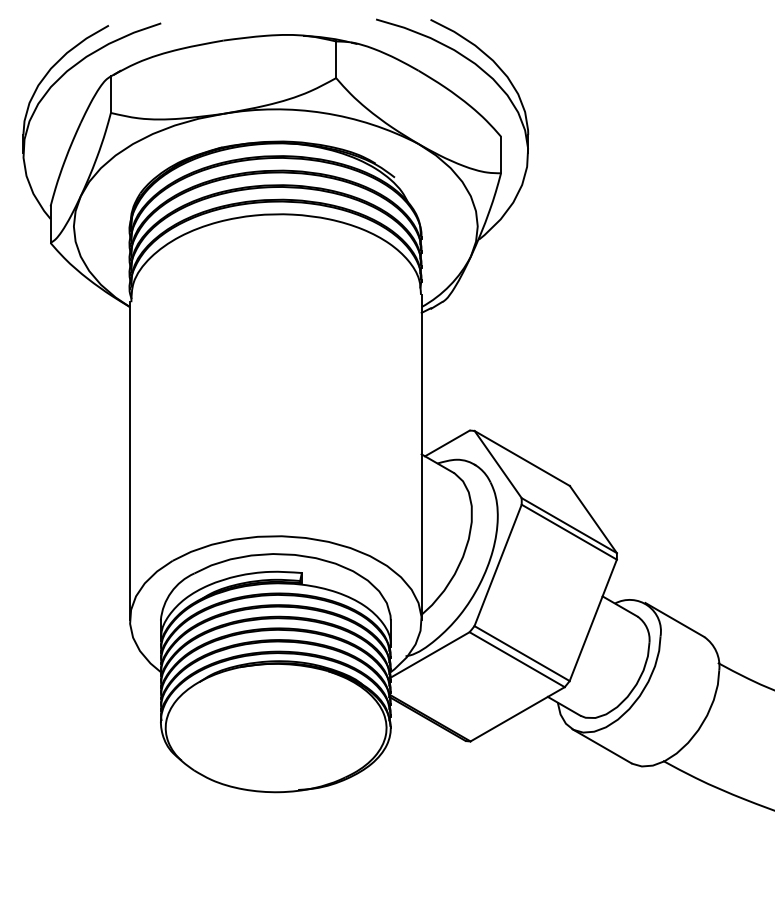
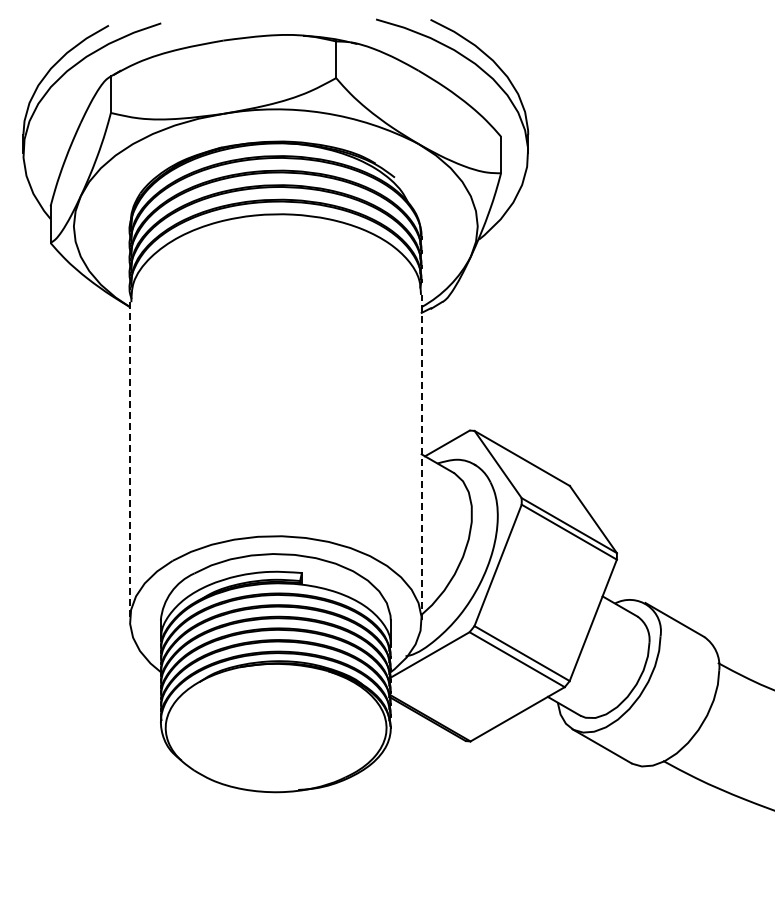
line at (421, 457): solid -> dashed
line at (129, 461): solid -> dashed
